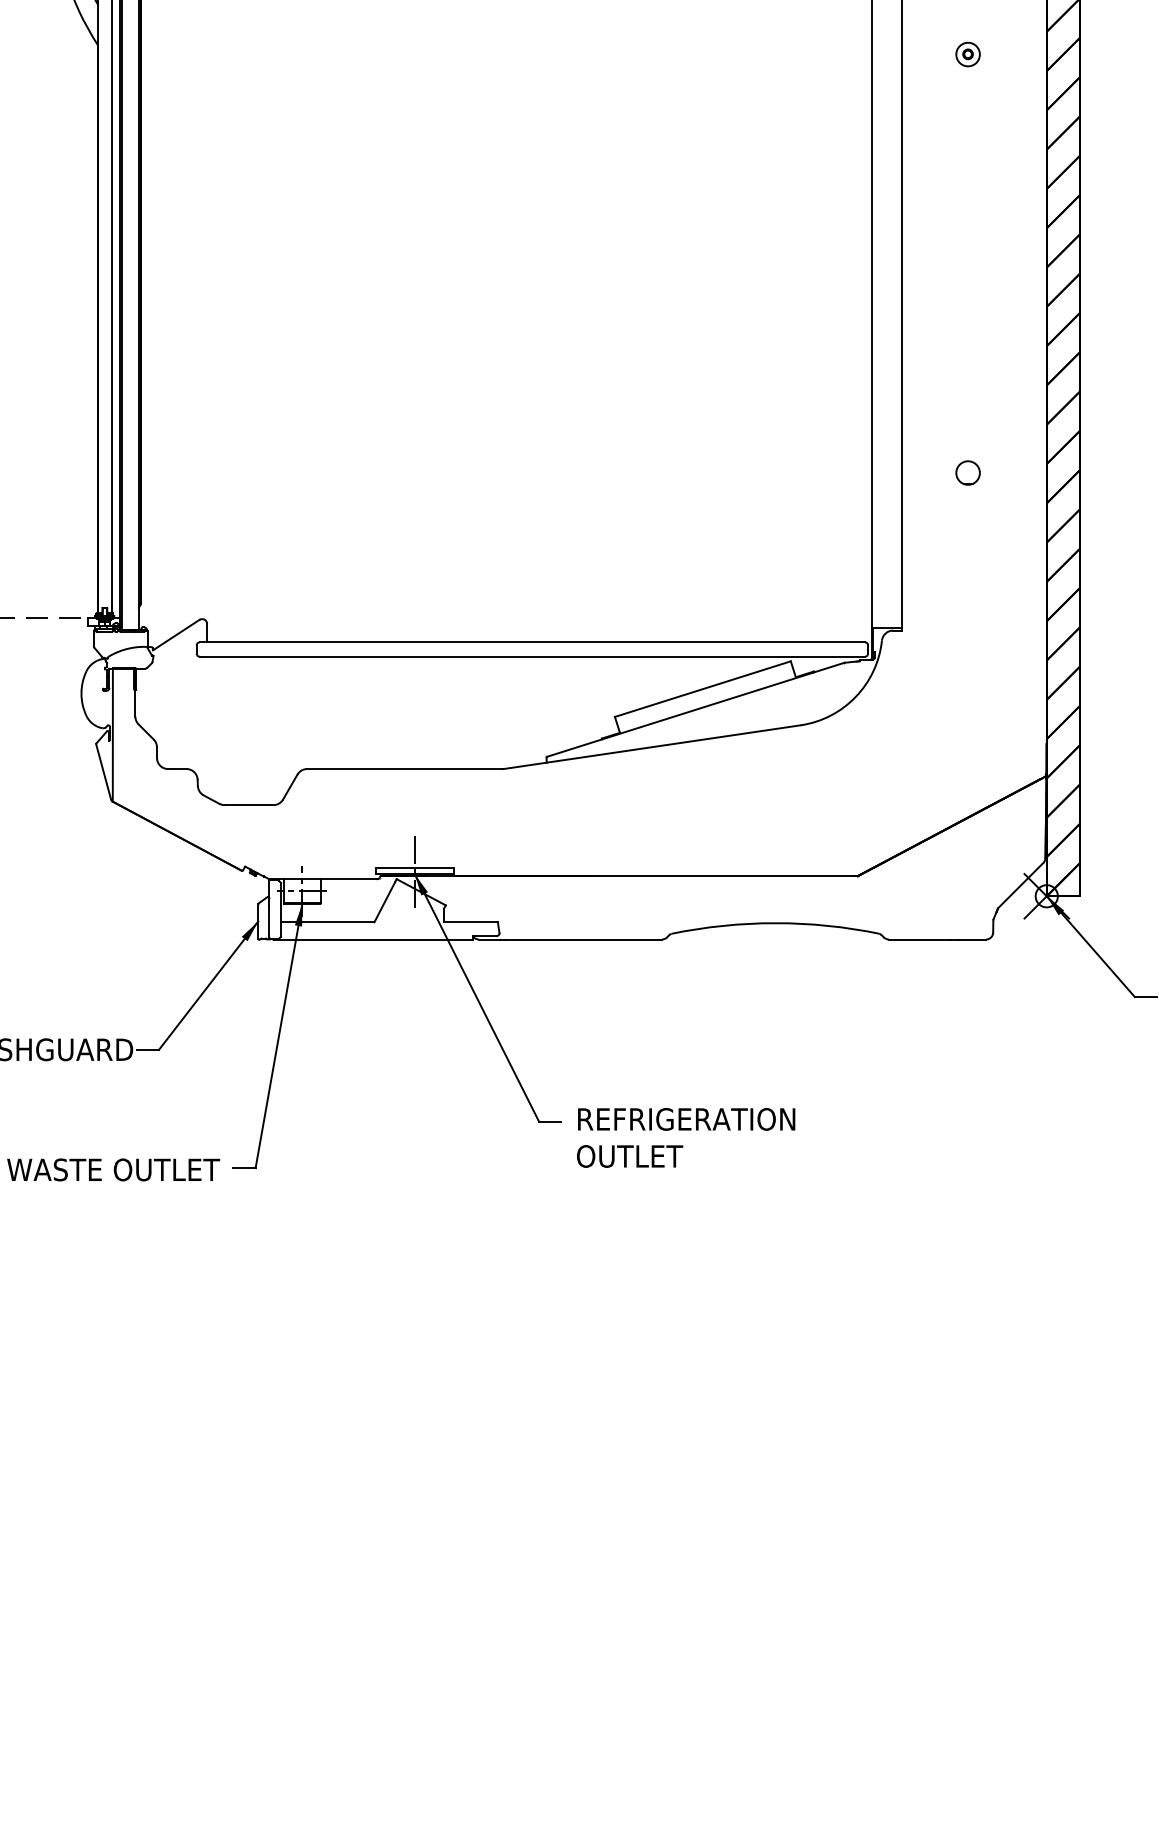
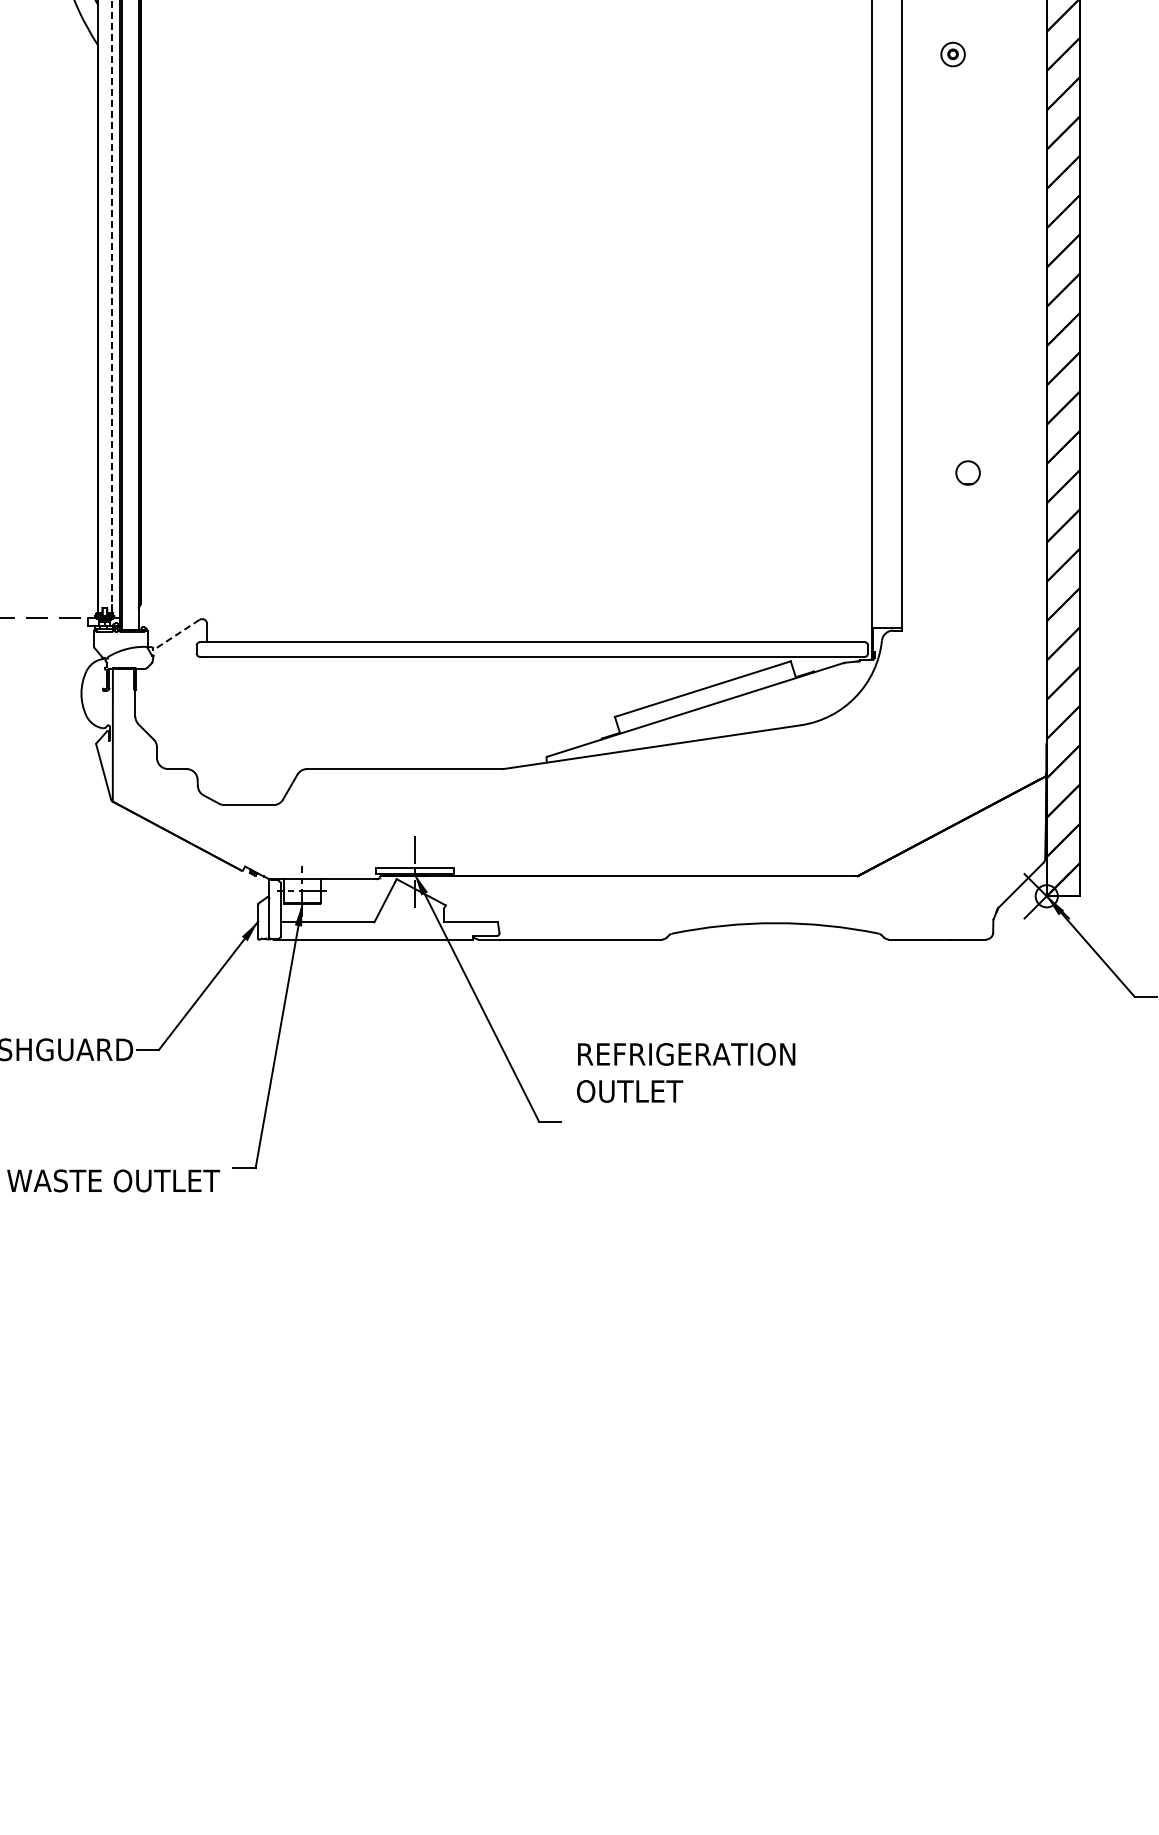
part at (967, 54) position: (967, 54) -> (952, 54)
line at (111, 306): solid -> dashed
line at (176, 635): solid -> dashed
text at (686, 1137) position: (686, 1137) -> (686, 1072)
text at (113, 1169) position: (113, 1169) -> (113, 1180)
